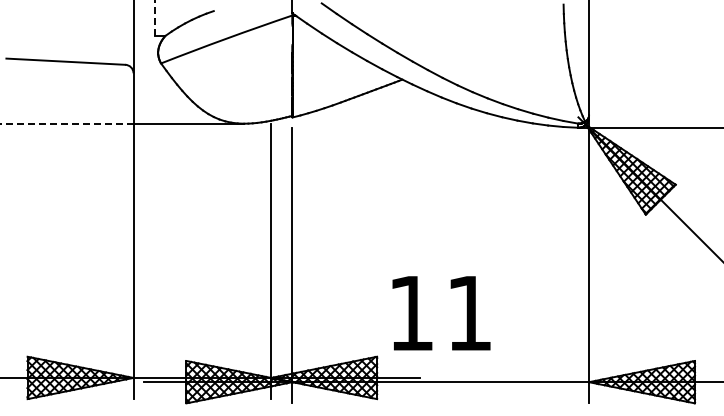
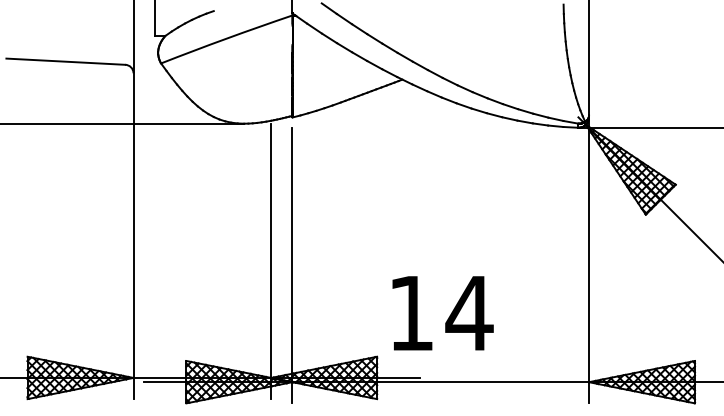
line at (154, 18): dashed -> solid
line at (66, 123): dashed -> solid
text at (469, 313): 11 -> 14
